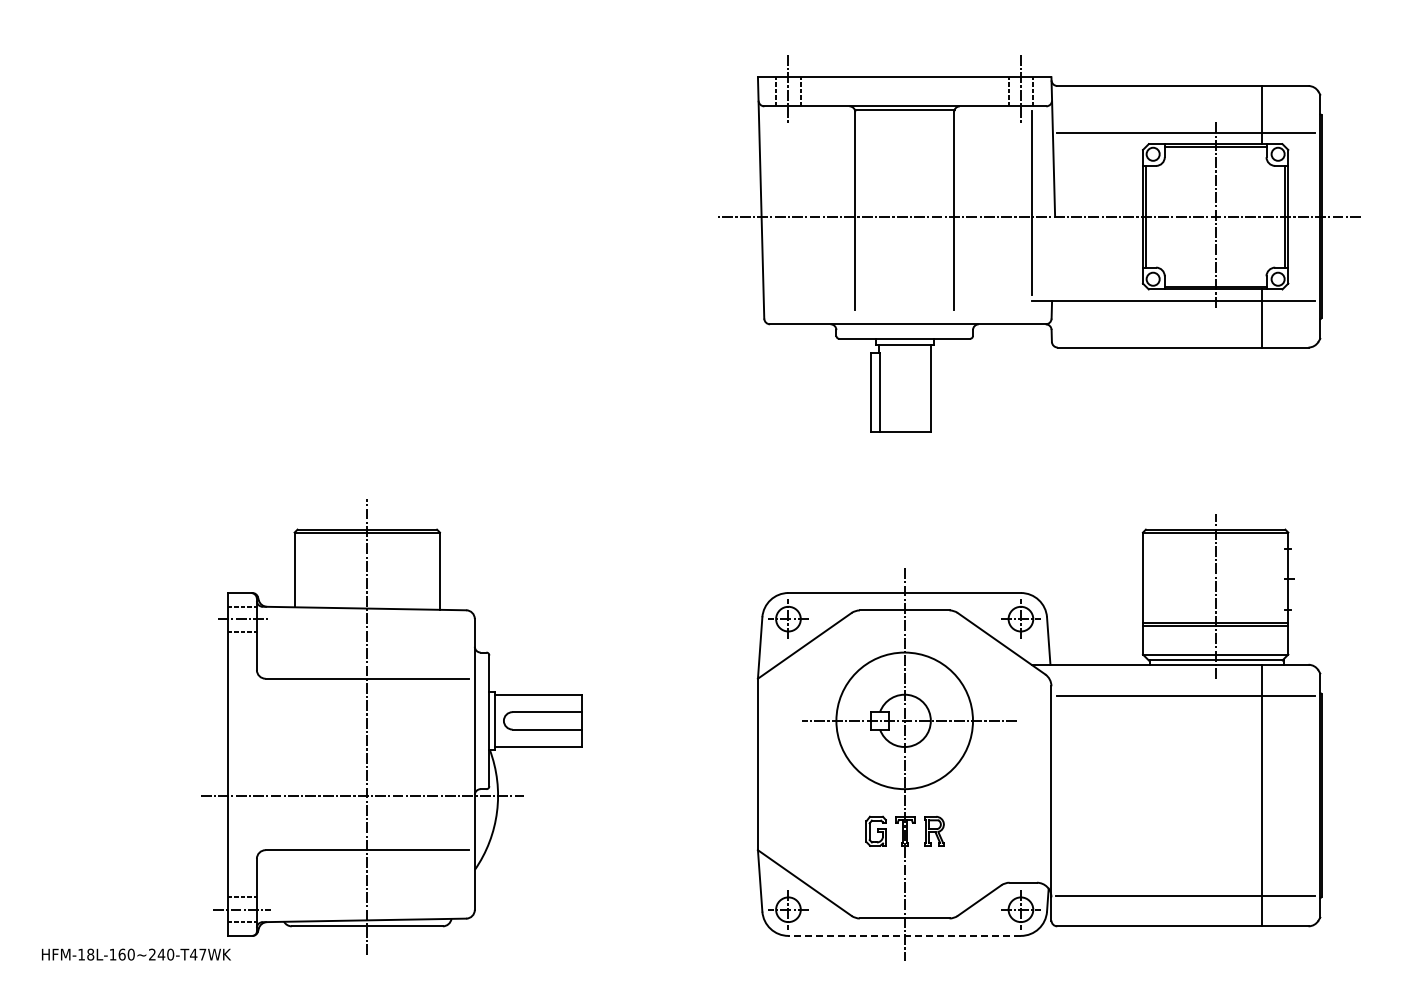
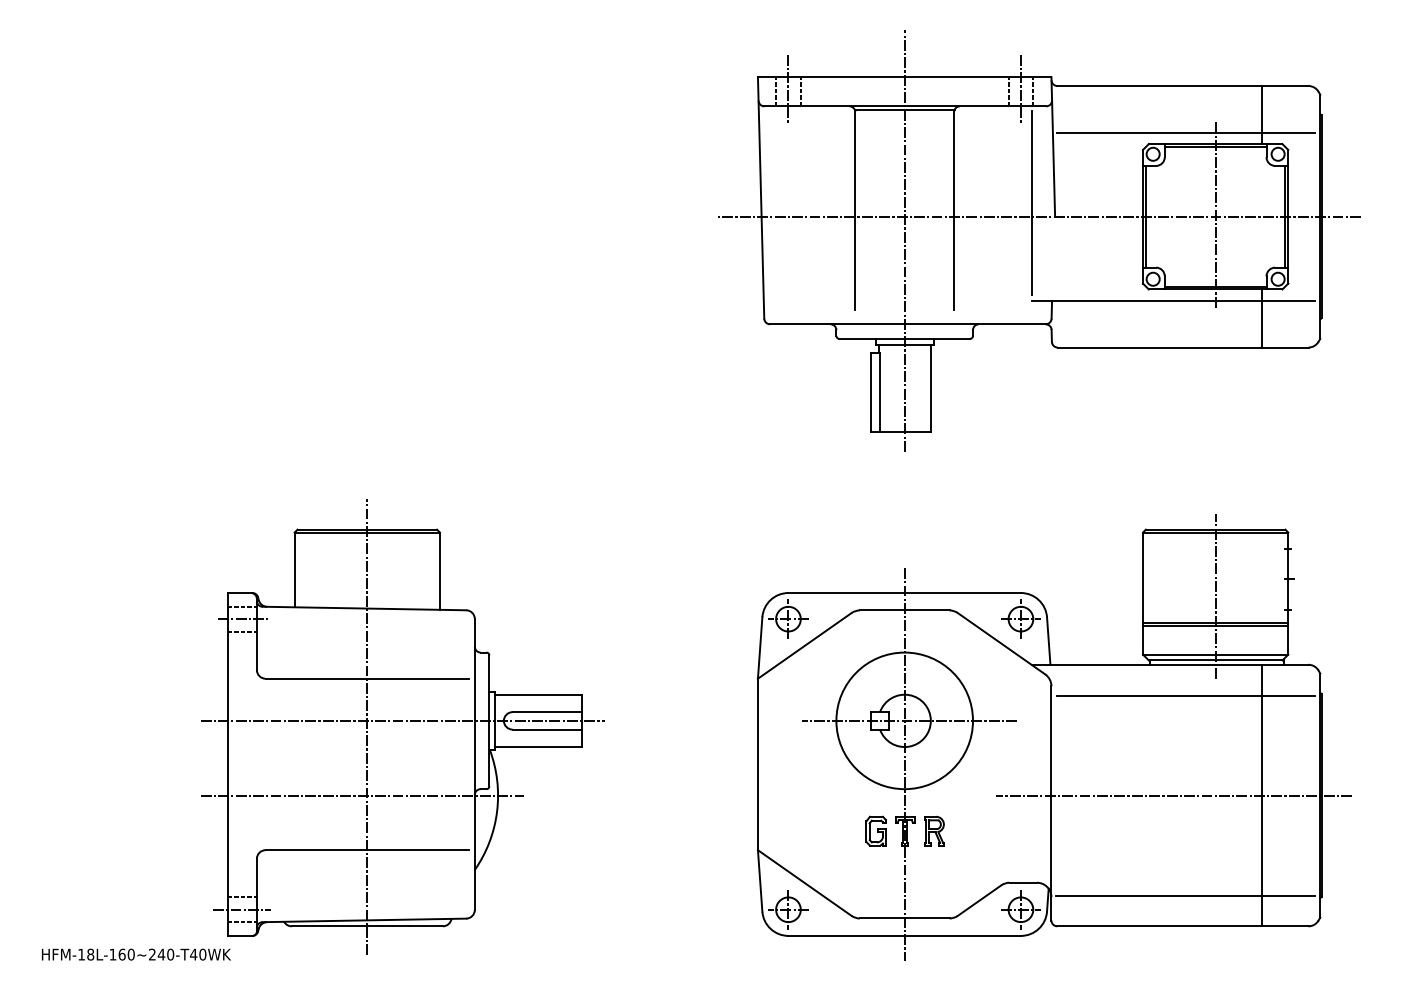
line at (904, 240): none -> present
line at (402, 720): none -> present
line at (1173, 795): none -> present
line at (904, 935): dashed -> solid
text at (202, 954): HFM-18L-160~240-T47WK -> HFM-18L-160~240-T40WK
